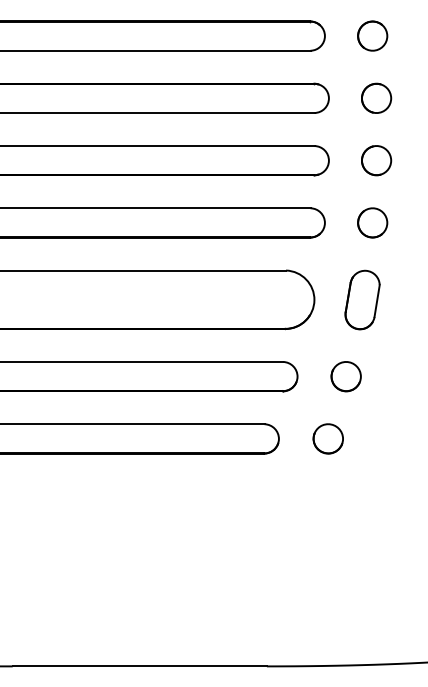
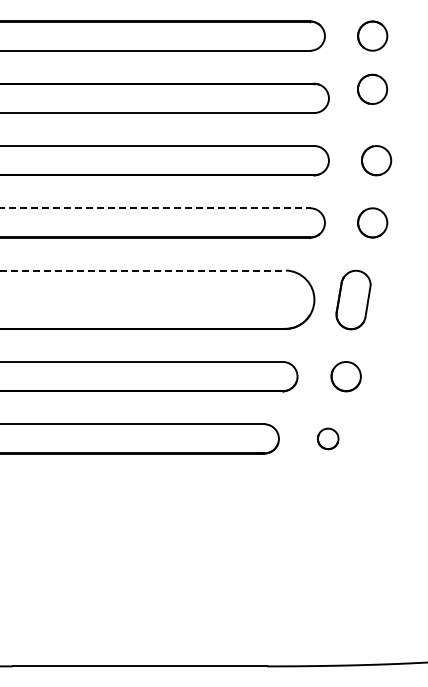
part at (376, 97) position: (376, 97) -> (372, 88)
line at (155, 208): solid -> dashed
line at (143, 270): solid -> dashed
part at (362, 299) position: (362, 299) -> (353, 299)
part at (327, 438) size: 32x32 px -> 23x24 px
